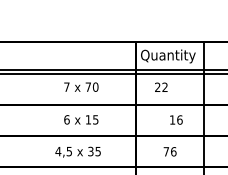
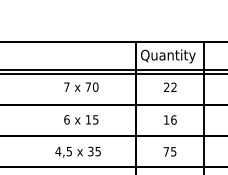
text at (161, 86) position: (161, 86) -> (170, 86)
text at (176, 119) position: (176, 119) -> (170, 119)
text at (173, 151): 76 -> 75
